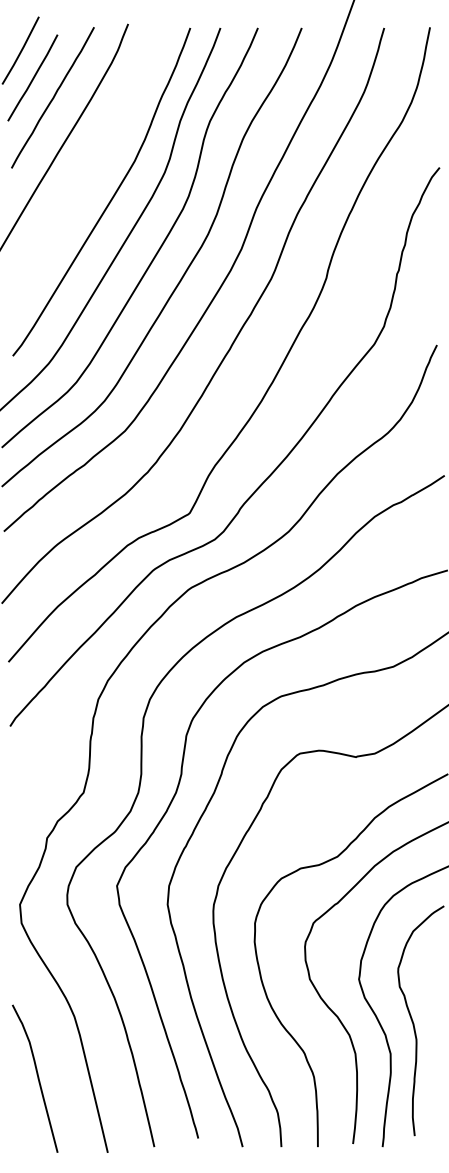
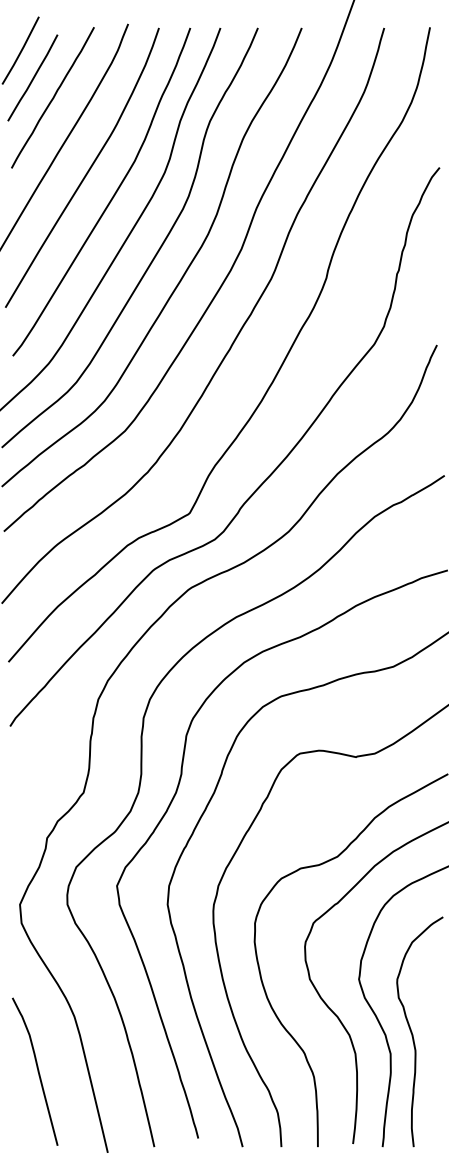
curve at (87, 170): none -> present
curve at (414, 1023) position: (414, 1023) -> (413, 1034)
curve at (37, 1078) position: (37, 1078) -> (37, 1071)
